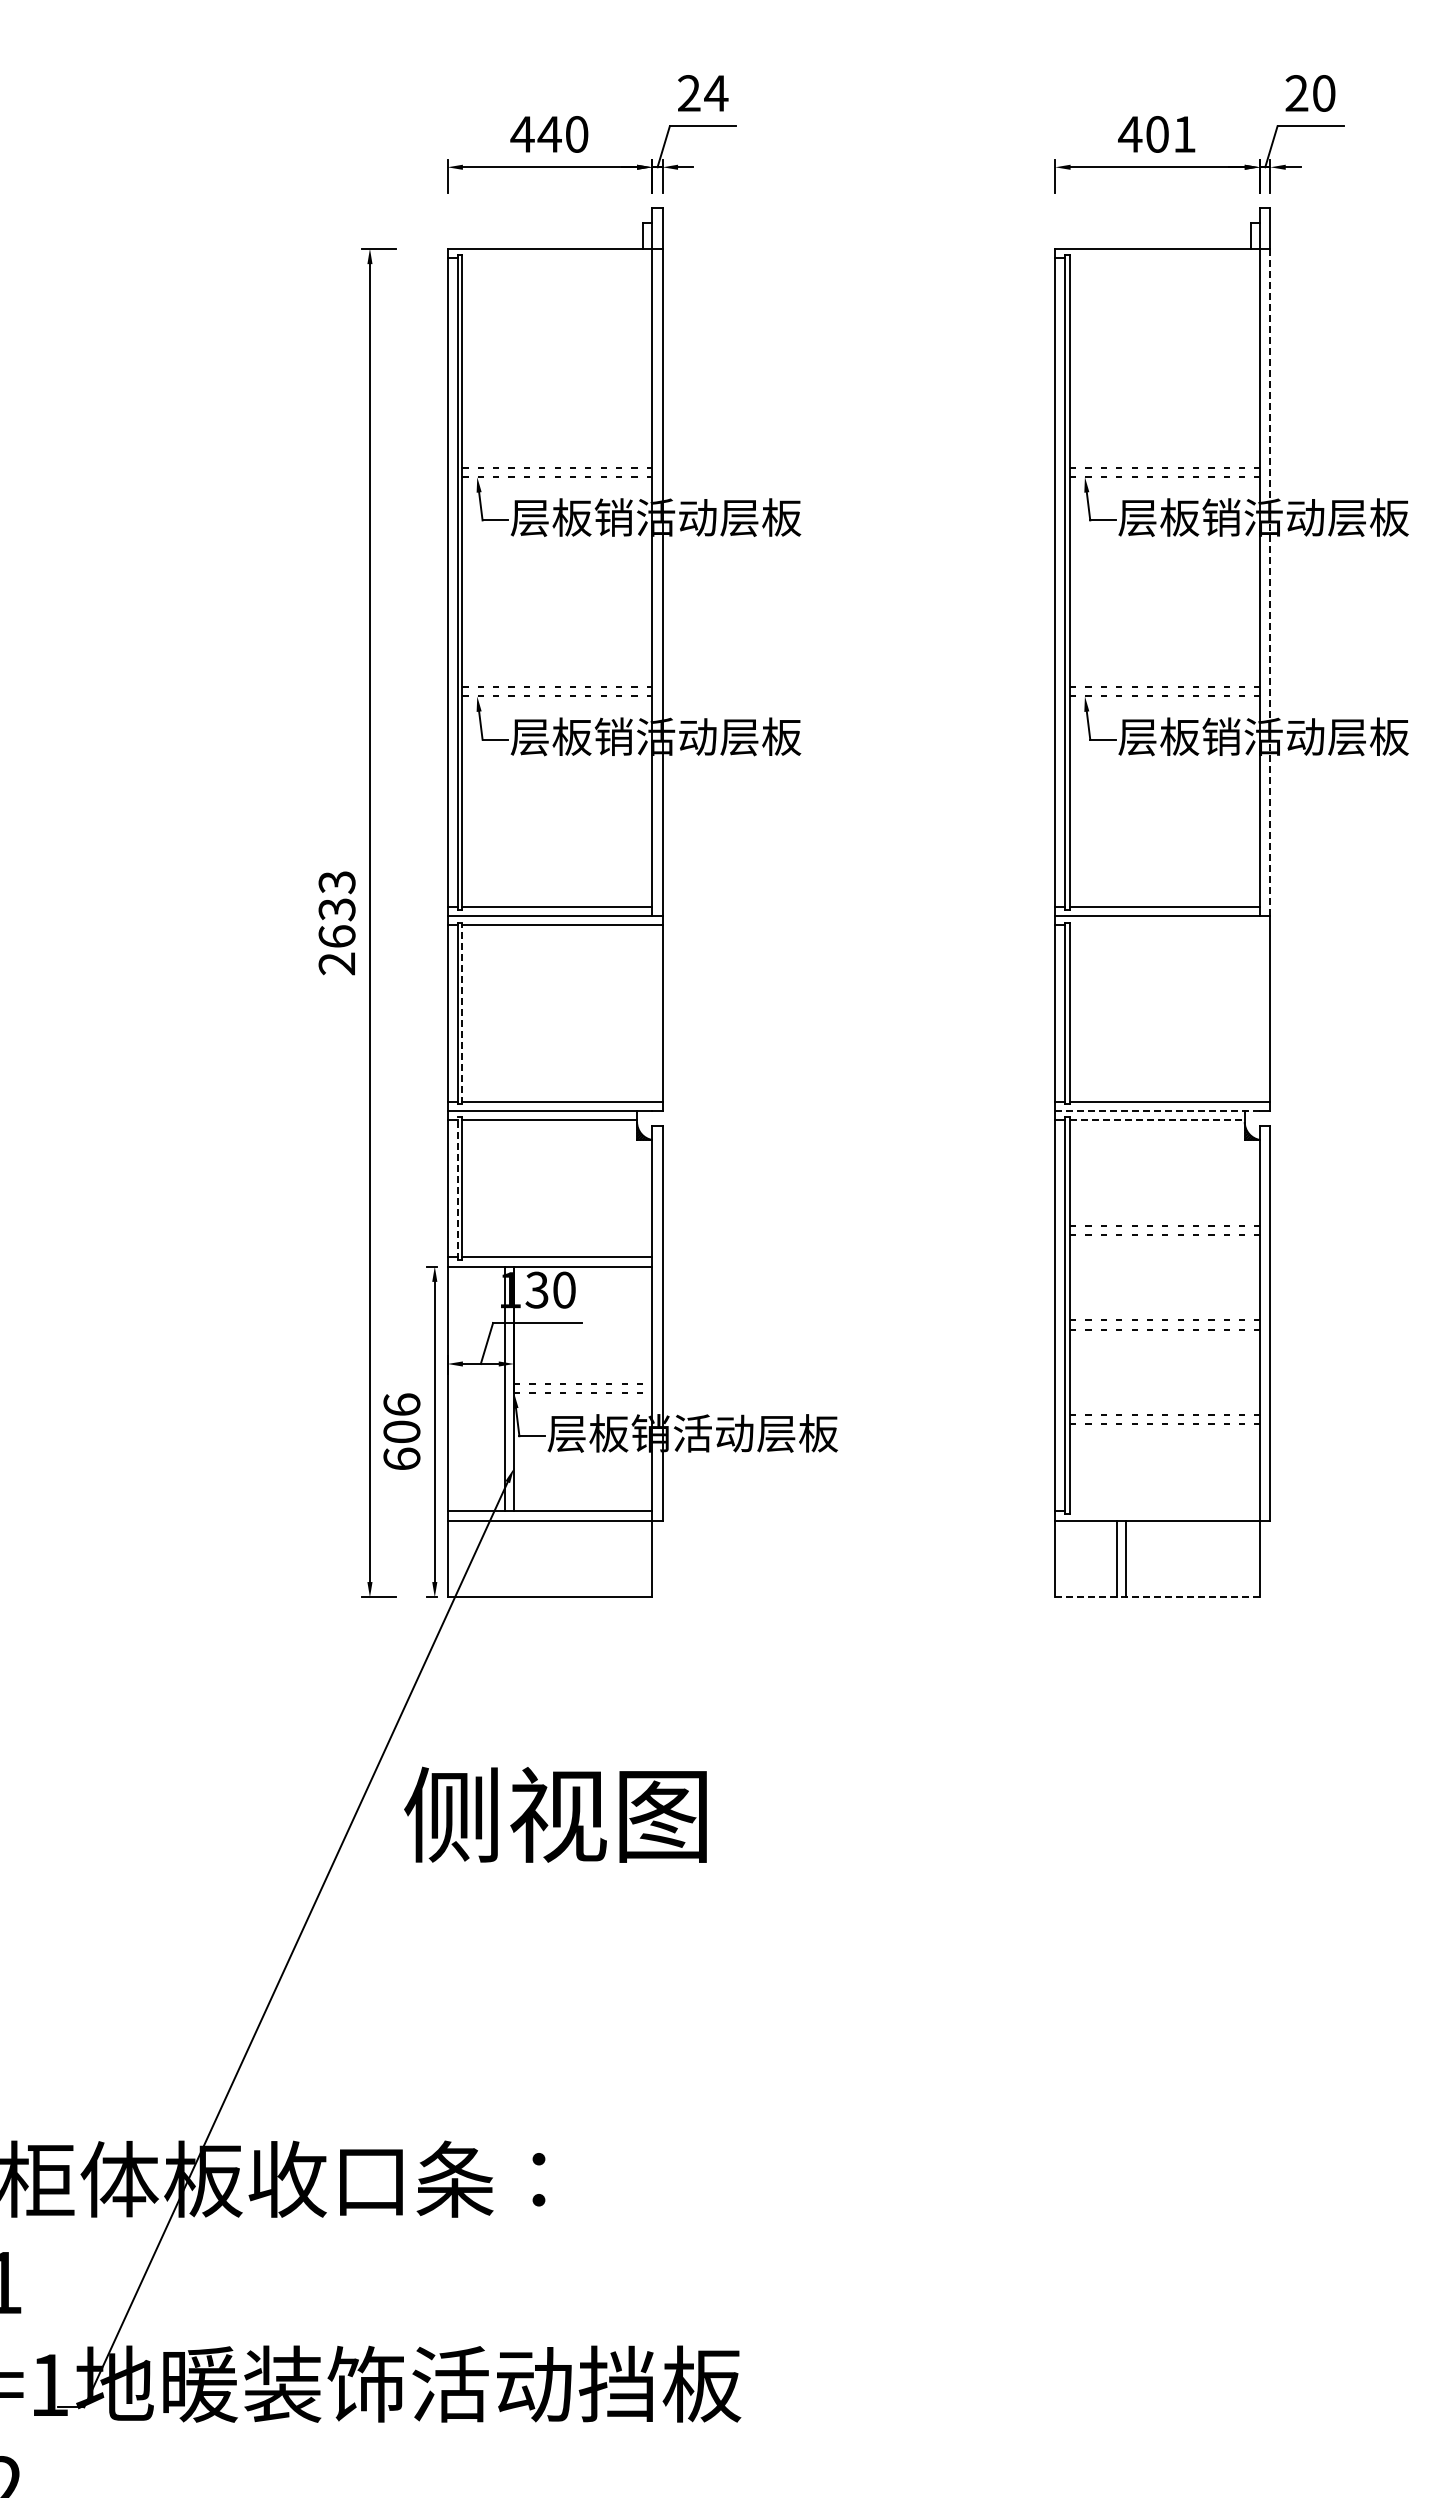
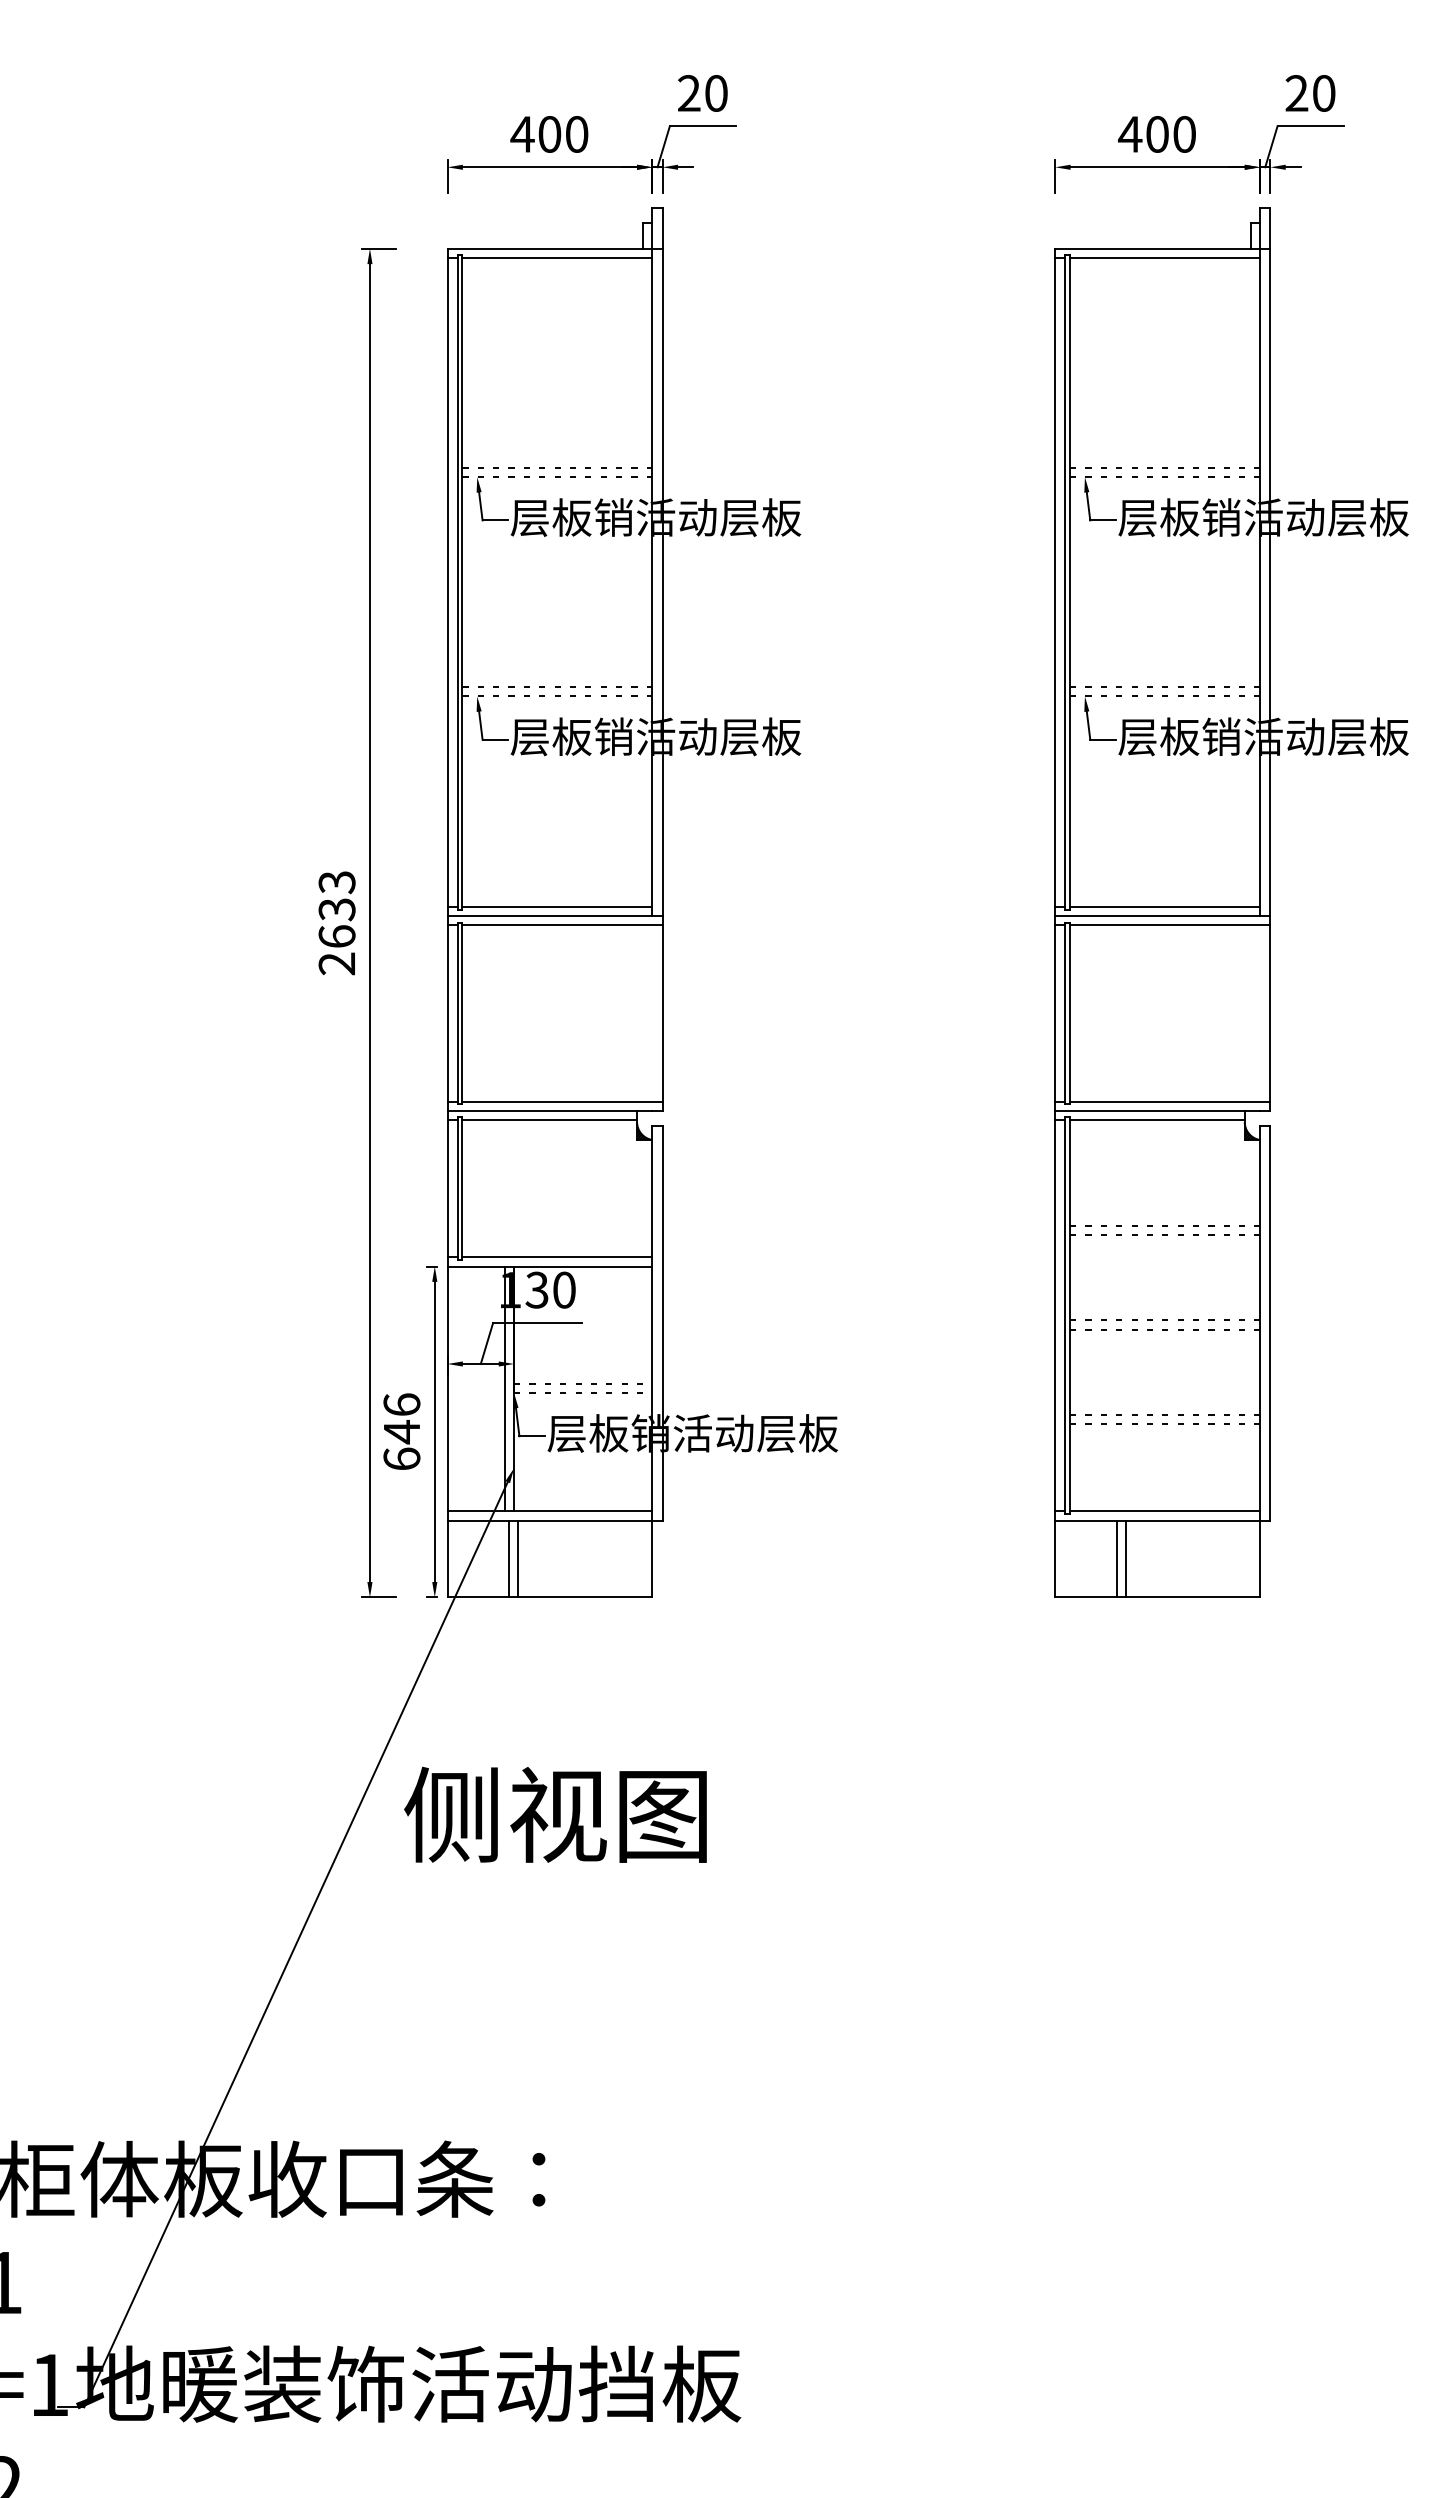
text at (716, 93): 24 -> 20
text at (549, 134): 440 -> 400
text at (1184, 134): 401 -> 400
line at (557, 257): none -> present
line at (1165, 257): none -> present
line at (1270, 582): dashed -> solid
line at (1170, 925): none -> present
line at (462, 1013): dashed -> solid
line at (1158, 1110): dashed -> solid
line at (1157, 1120): dashed -> solid
line at (457, 1188): dashed -> solid
text at (401, 1432): 606 -> 646
line at (1165, 1511): none -> present
line at (509, 1558): none -> present
line at (518, 1558): none -> present
line at (1158, 1597): dashed -> solid
